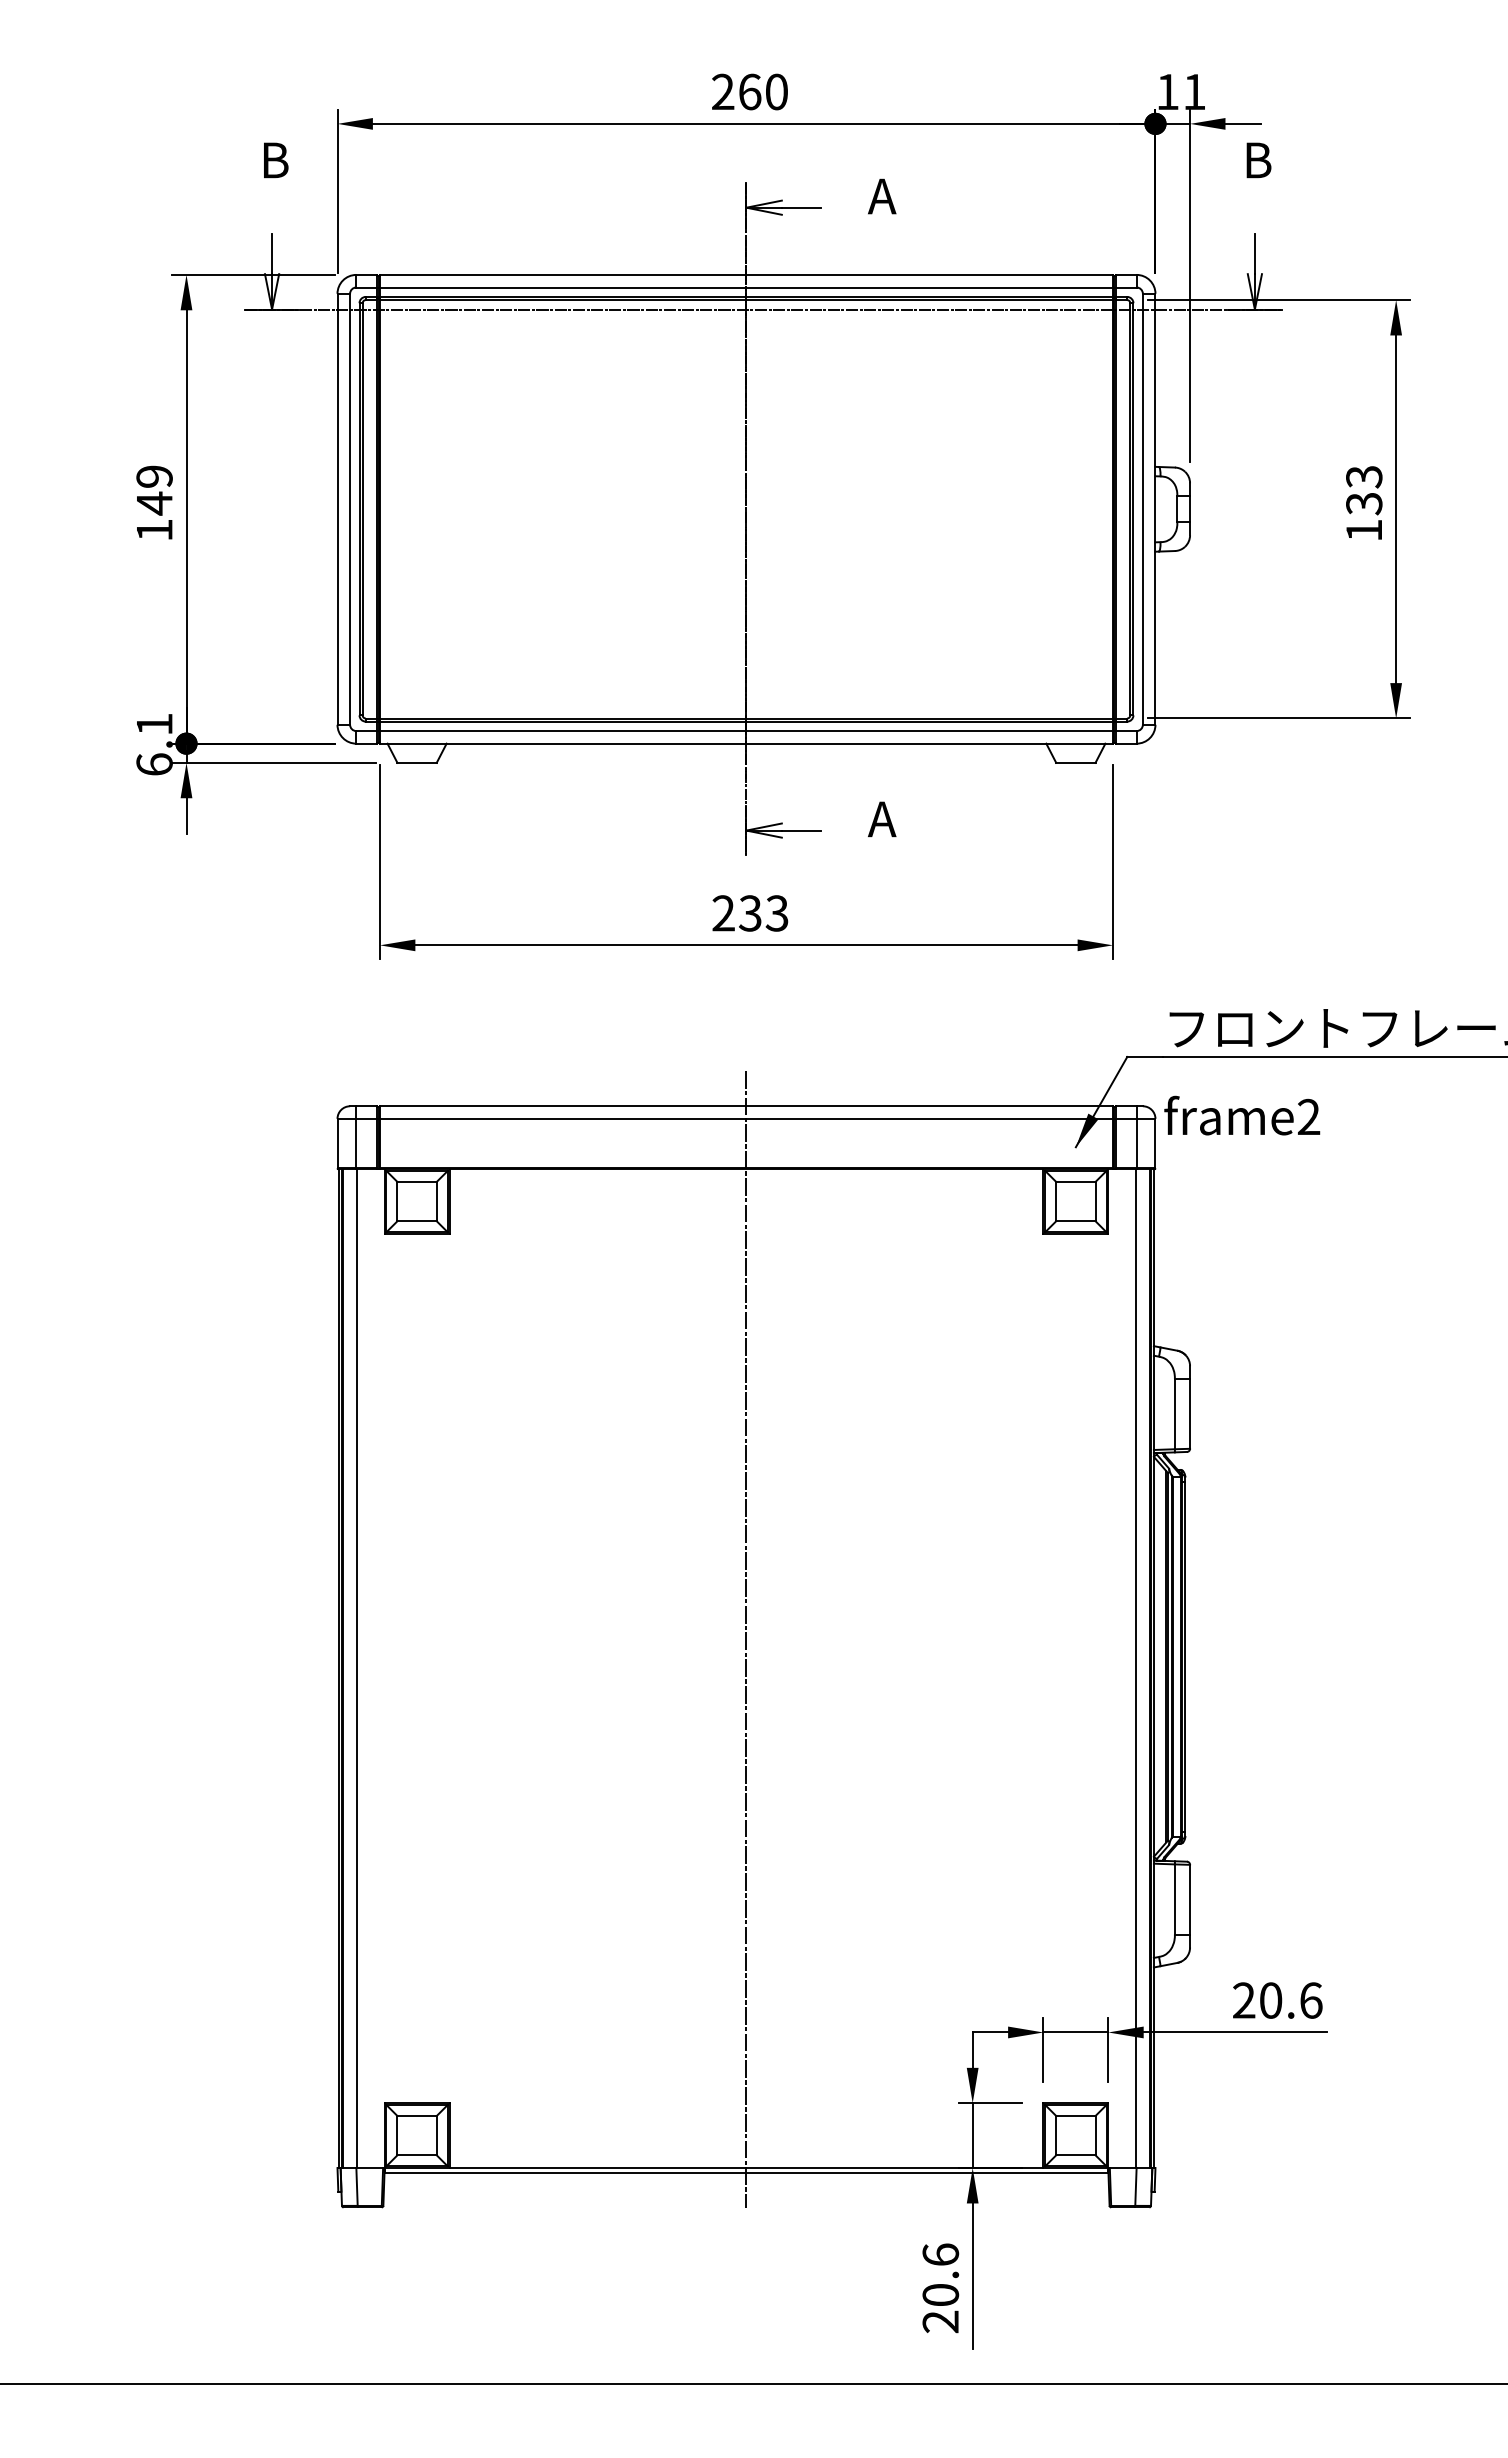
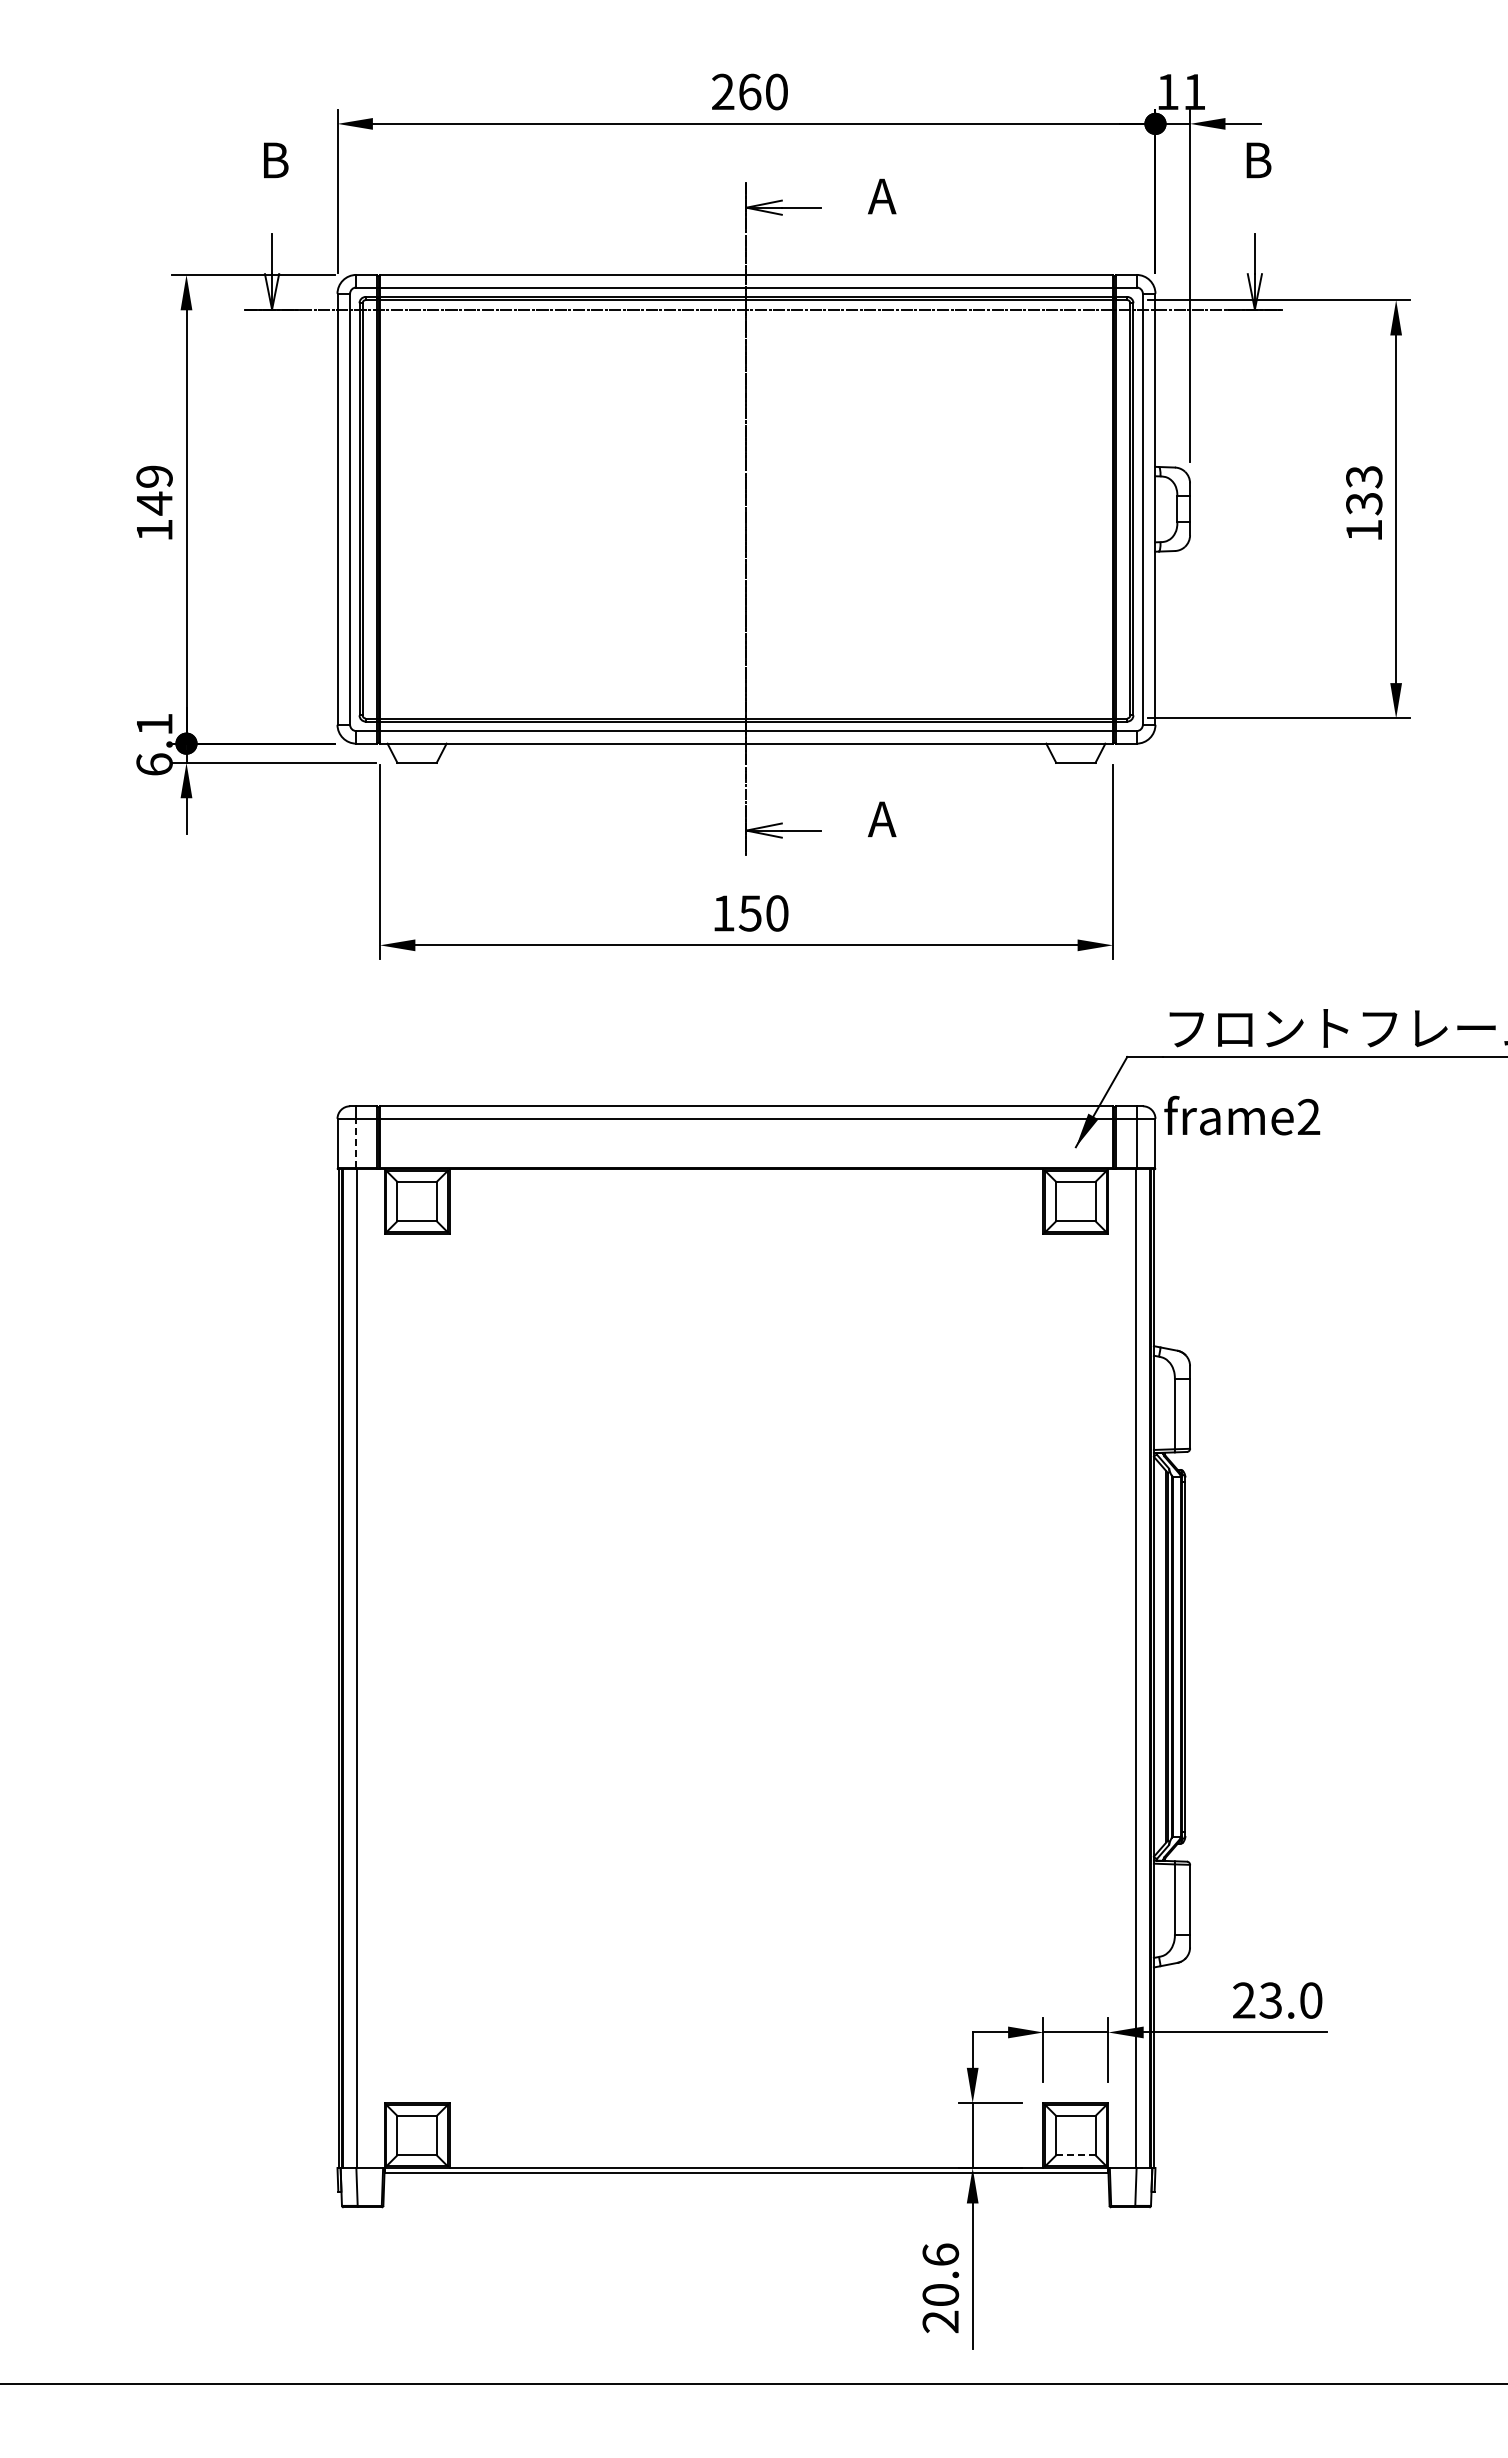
text at (750, 913): 233 -> 150
line at (356, 1143): solid -> dashed
line at (746, 1639): present -> none
text at (1290, 2000): 20.6 -> 23.0
line at (1075, 2155): solid -> dashed
